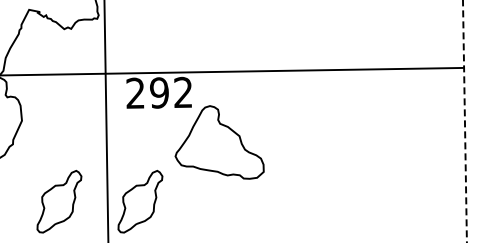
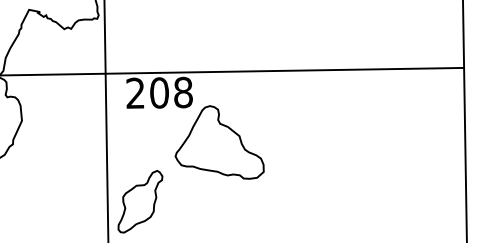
text at (171, 92): 292 -> 208
line at (464, 121): dashed -> solid
part at (59, 201): present -> none
